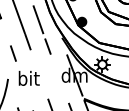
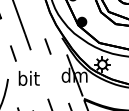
line at (38, 19): present -> none
